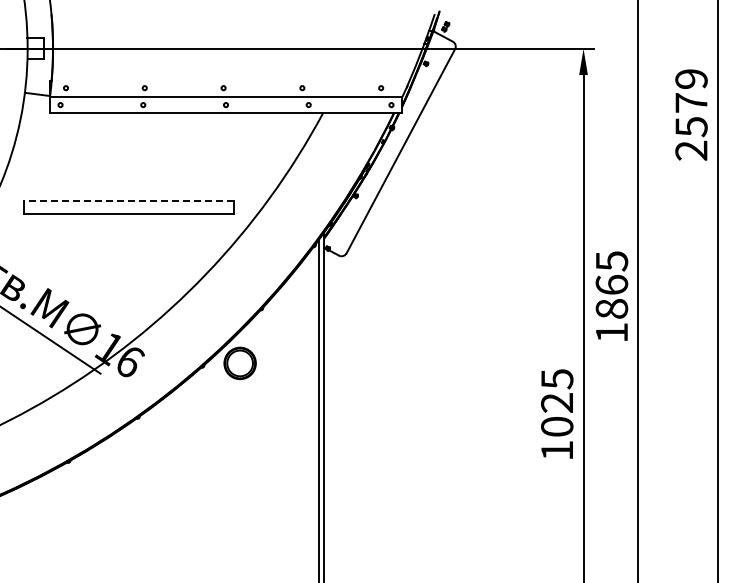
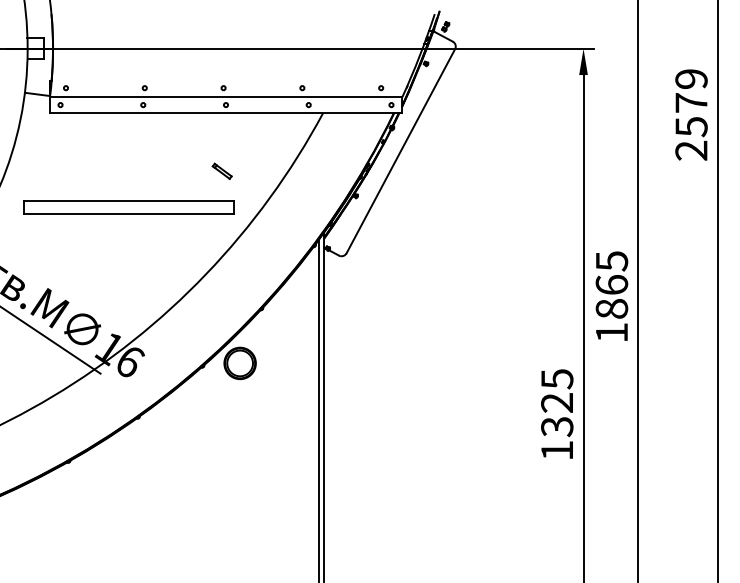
part at (221, 170): none -> present
line at (128, 201): dashed -> solid
text at (557, 427): 1025 -> 1325
